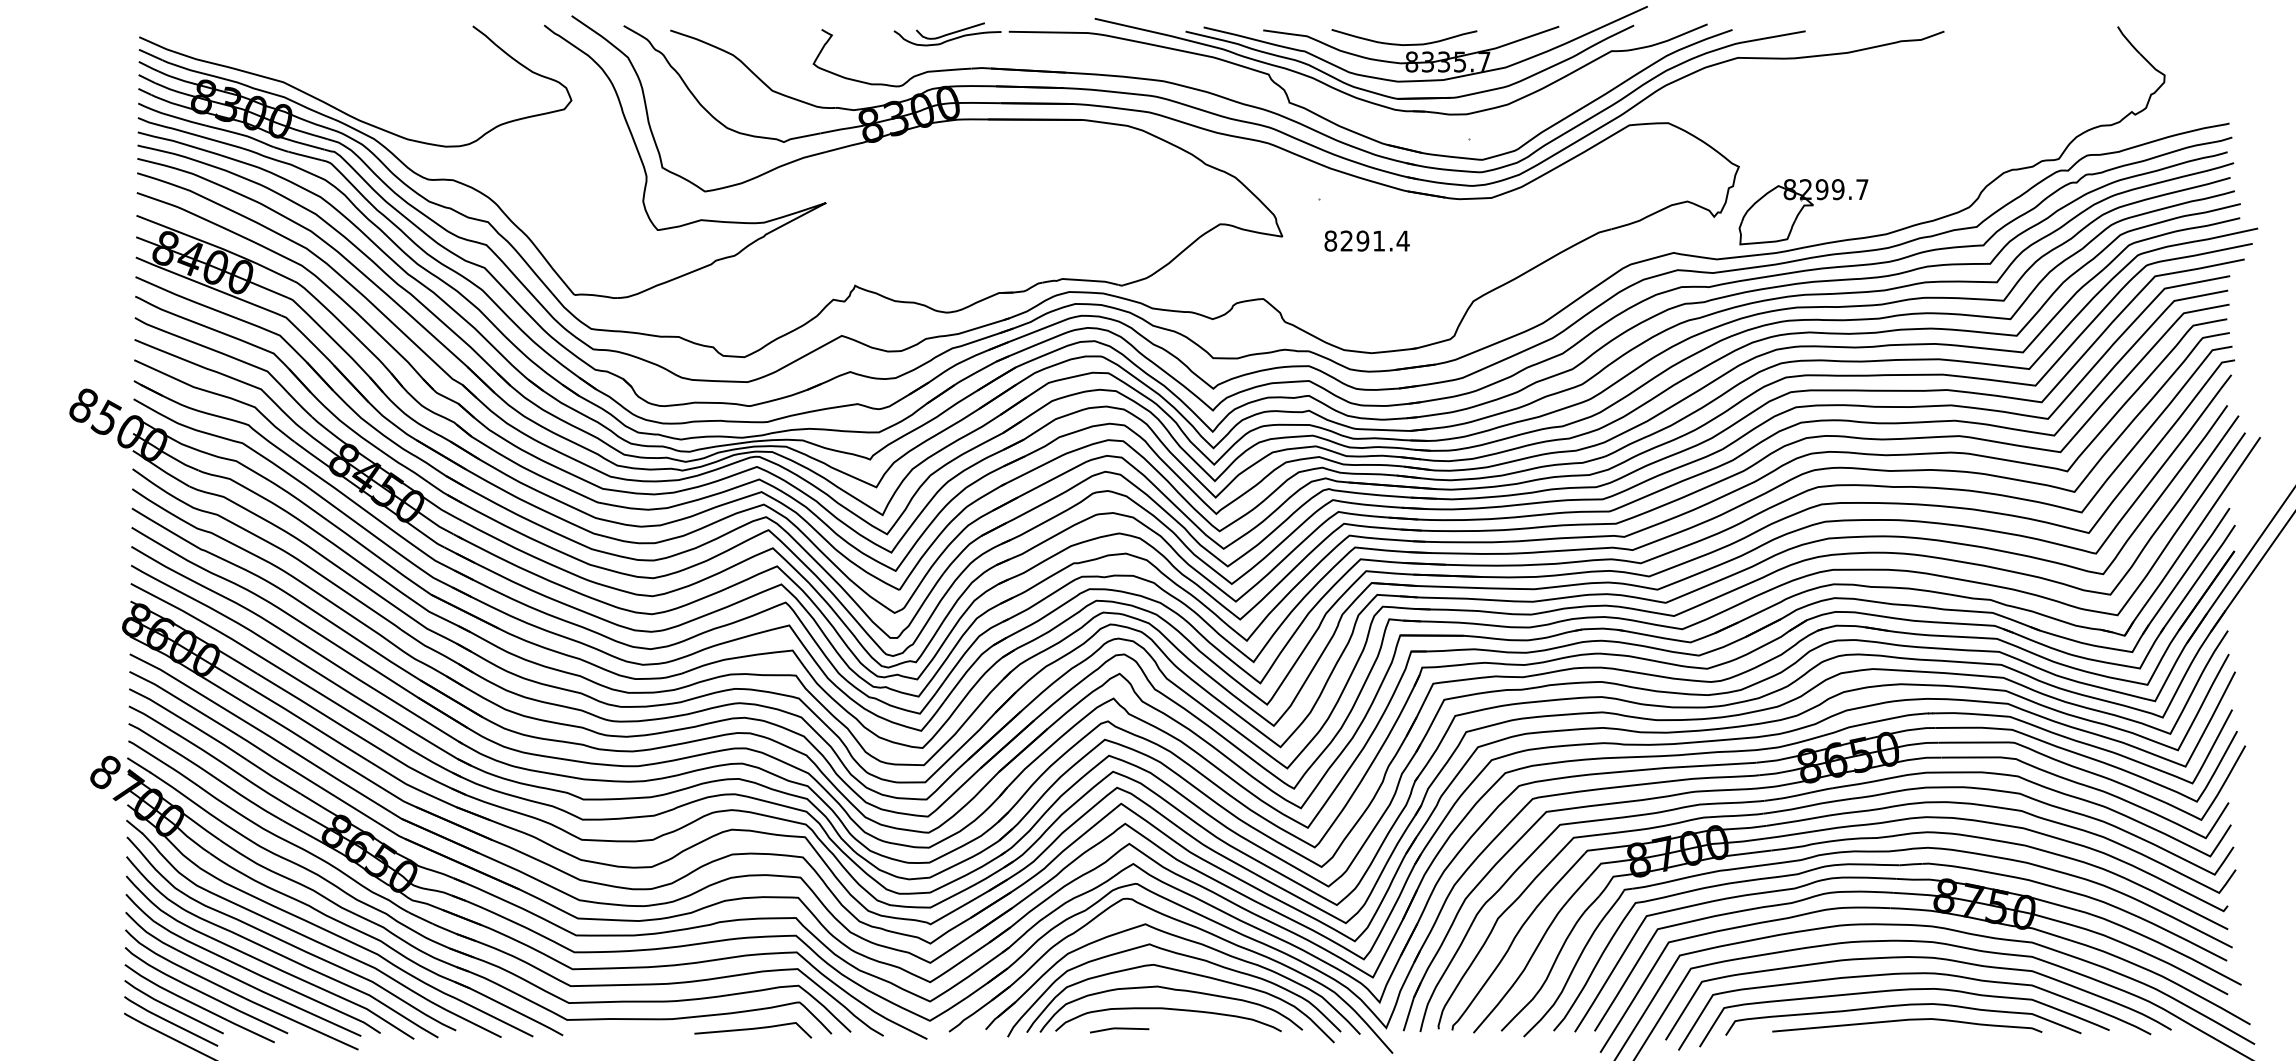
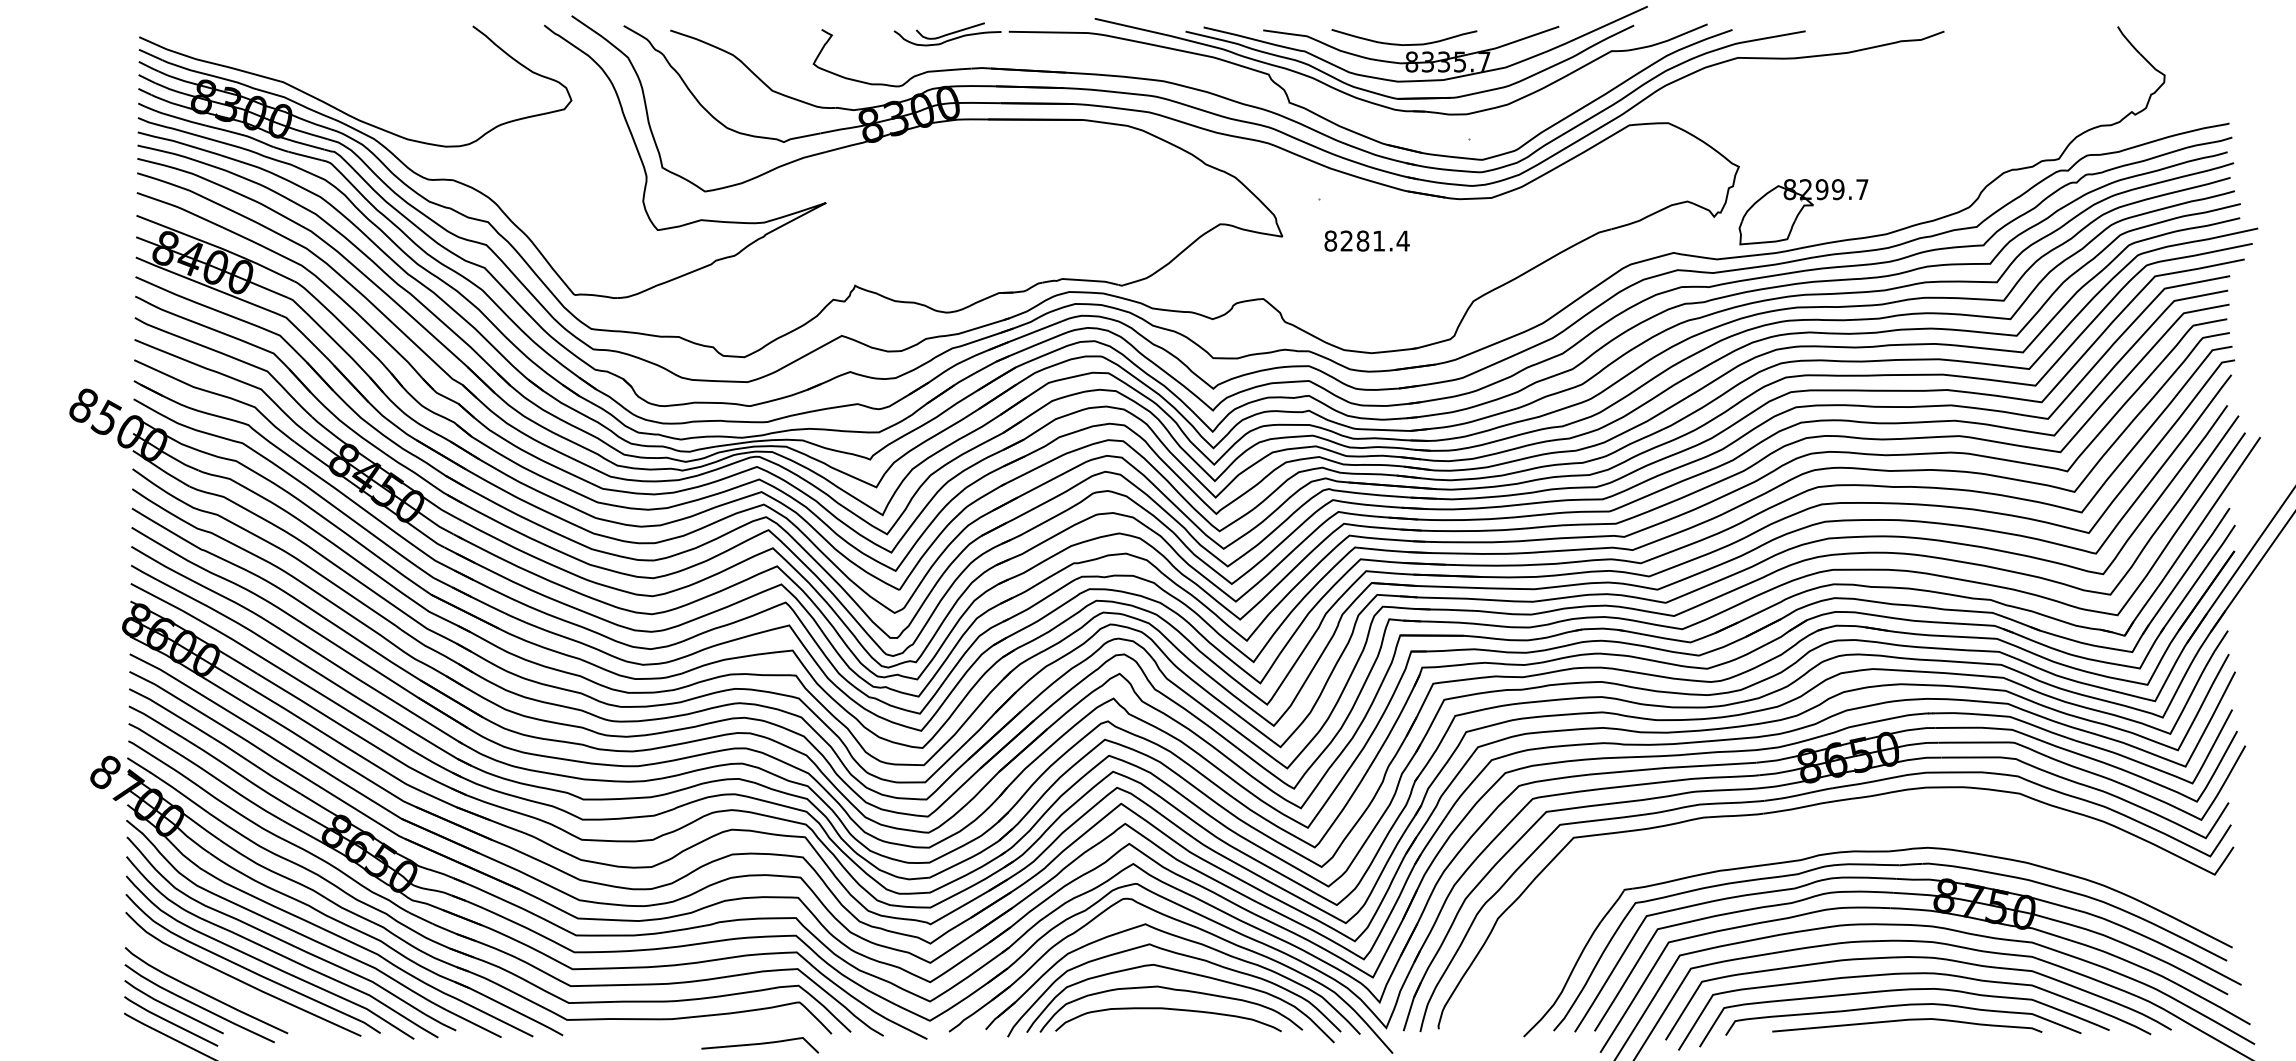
text at (1362, 240): 8291.4 -> 8281.4
part at (1831, 842): present -> none
curve at (239, 994): present -> none
curve at (753, 1029) position: (753, 1029) -> (760, 1044)
line at (1119, 1029): present -> none
